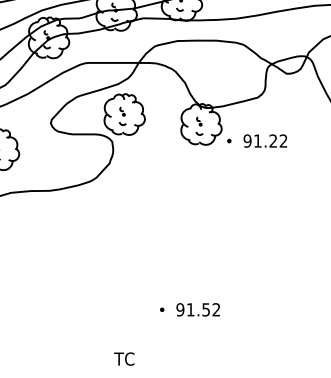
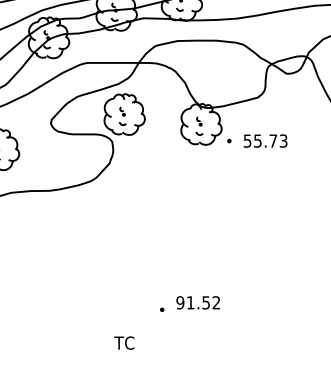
text at (265, 140): 91.22 -> 55.73
text at (197, 309) position: (197, 309) -> (197, 302)
text at (124, 358) position: (124, 358) -> (124, 342)
